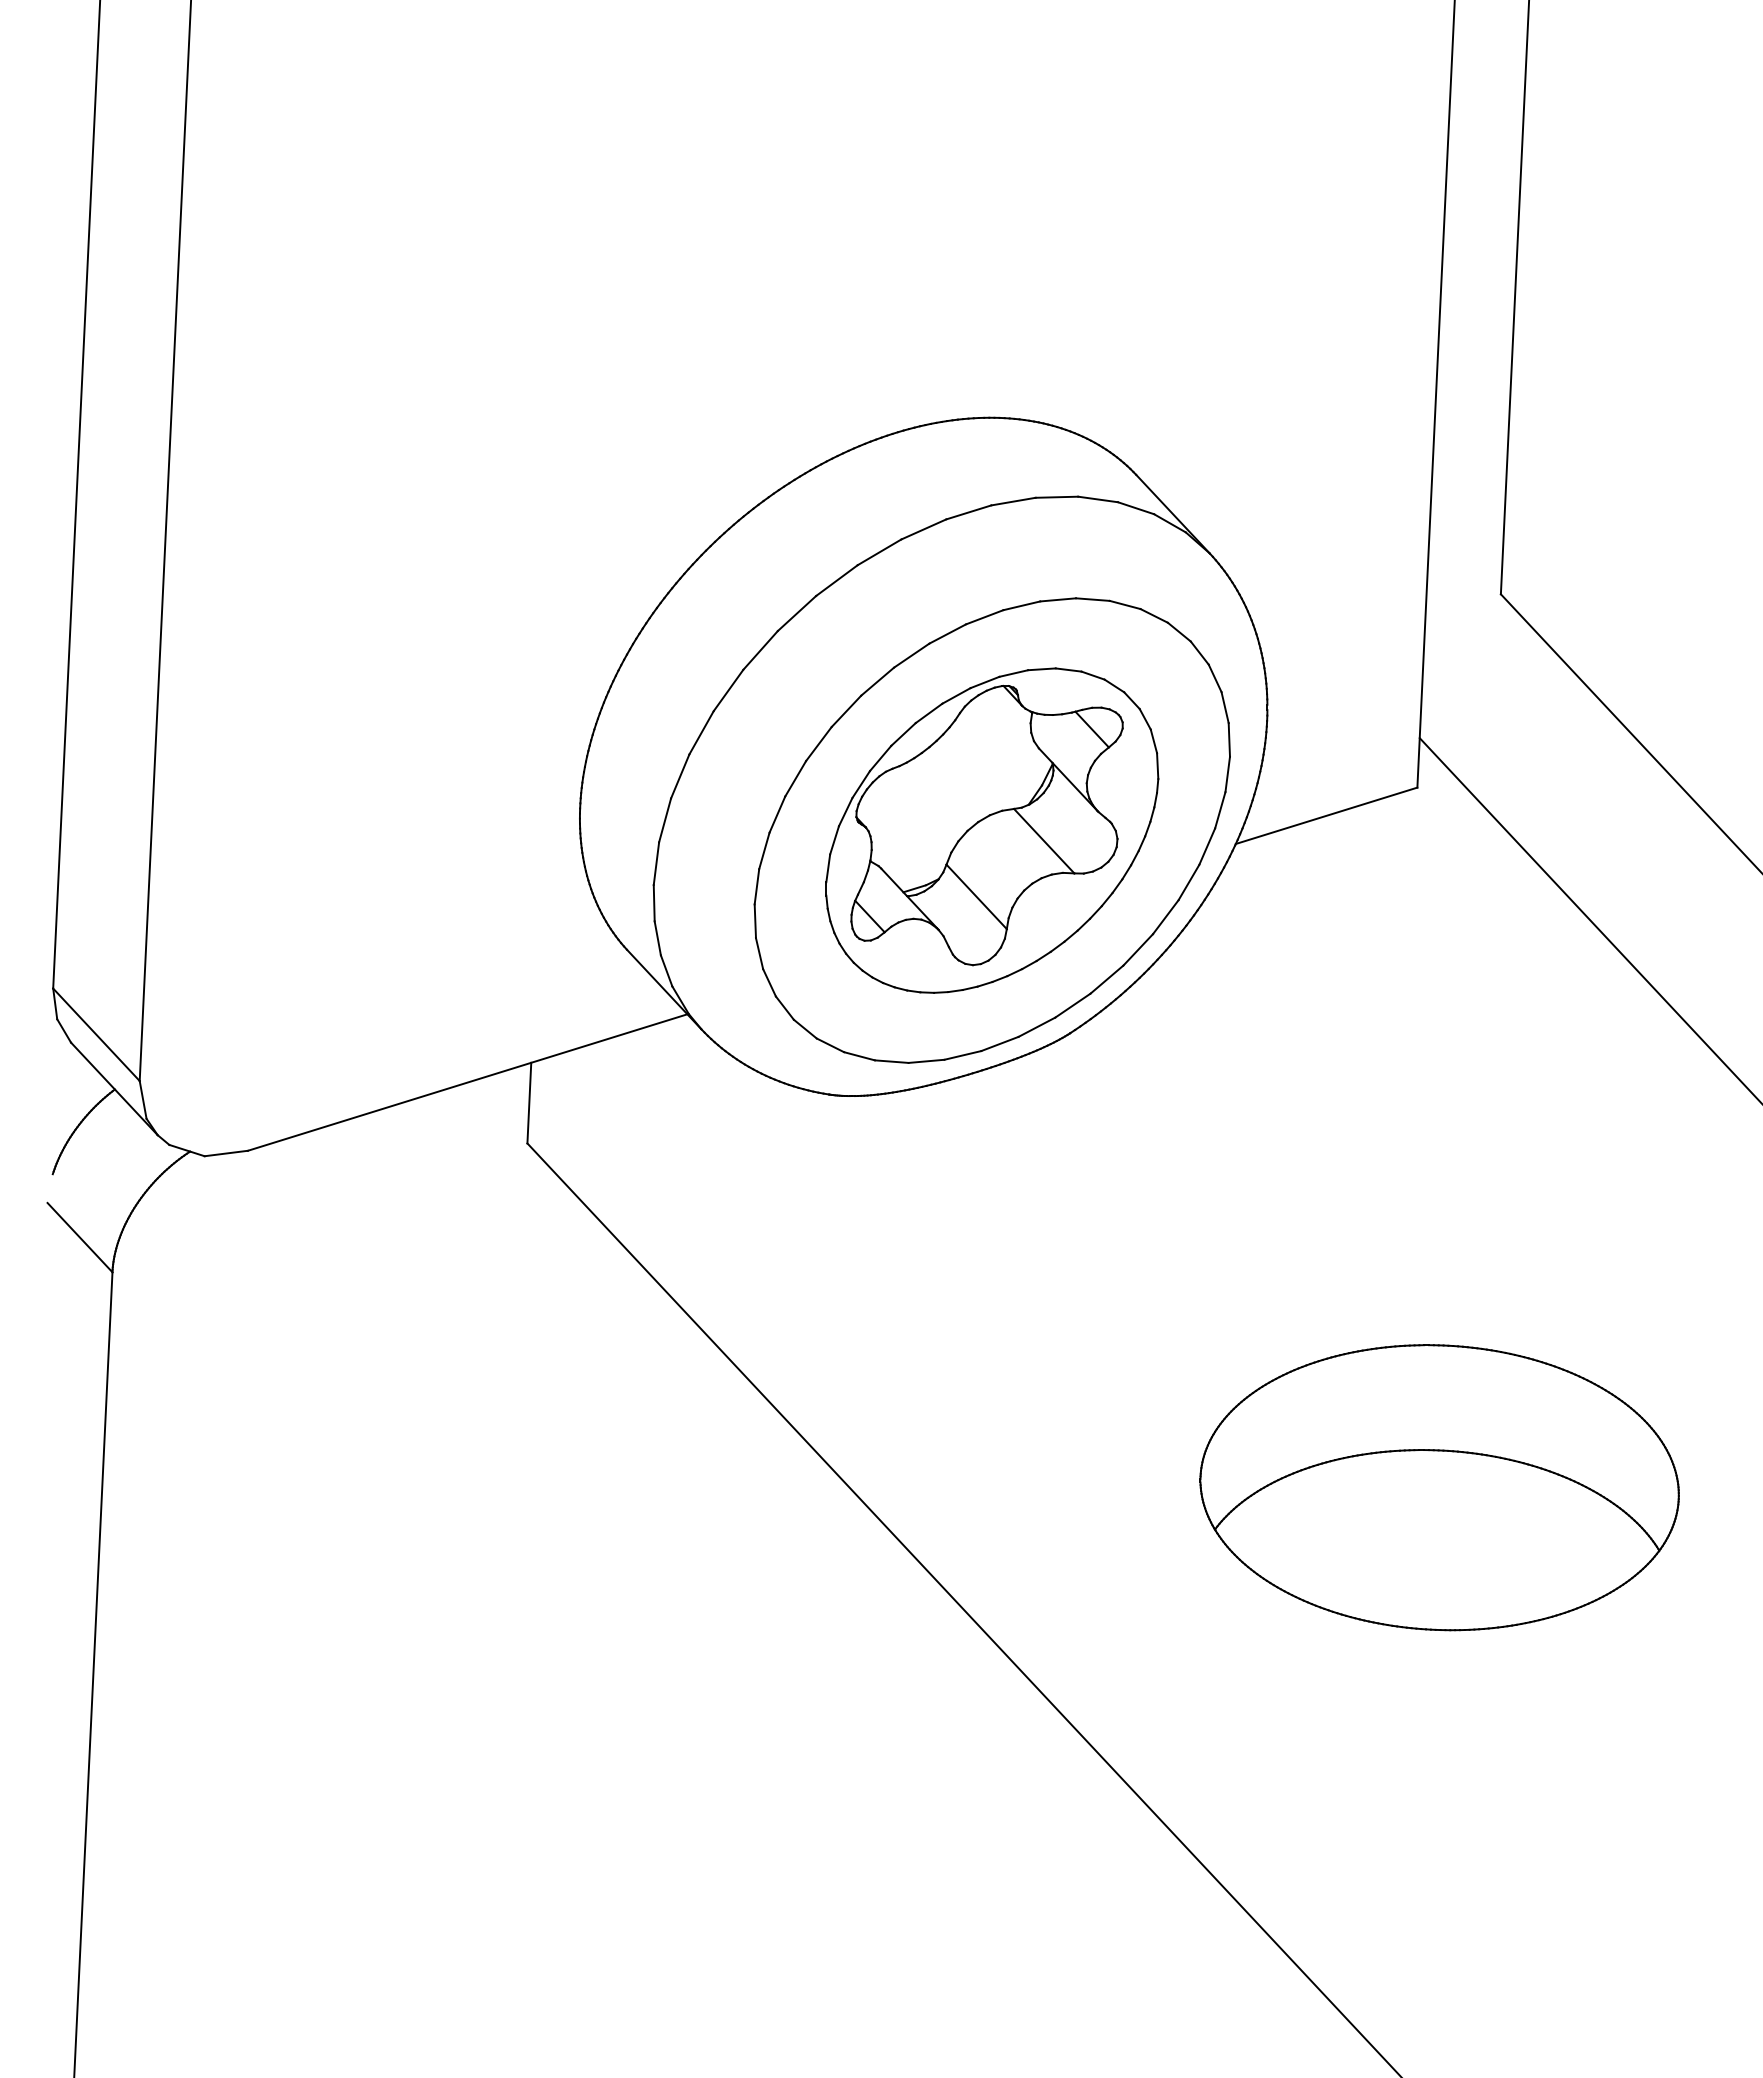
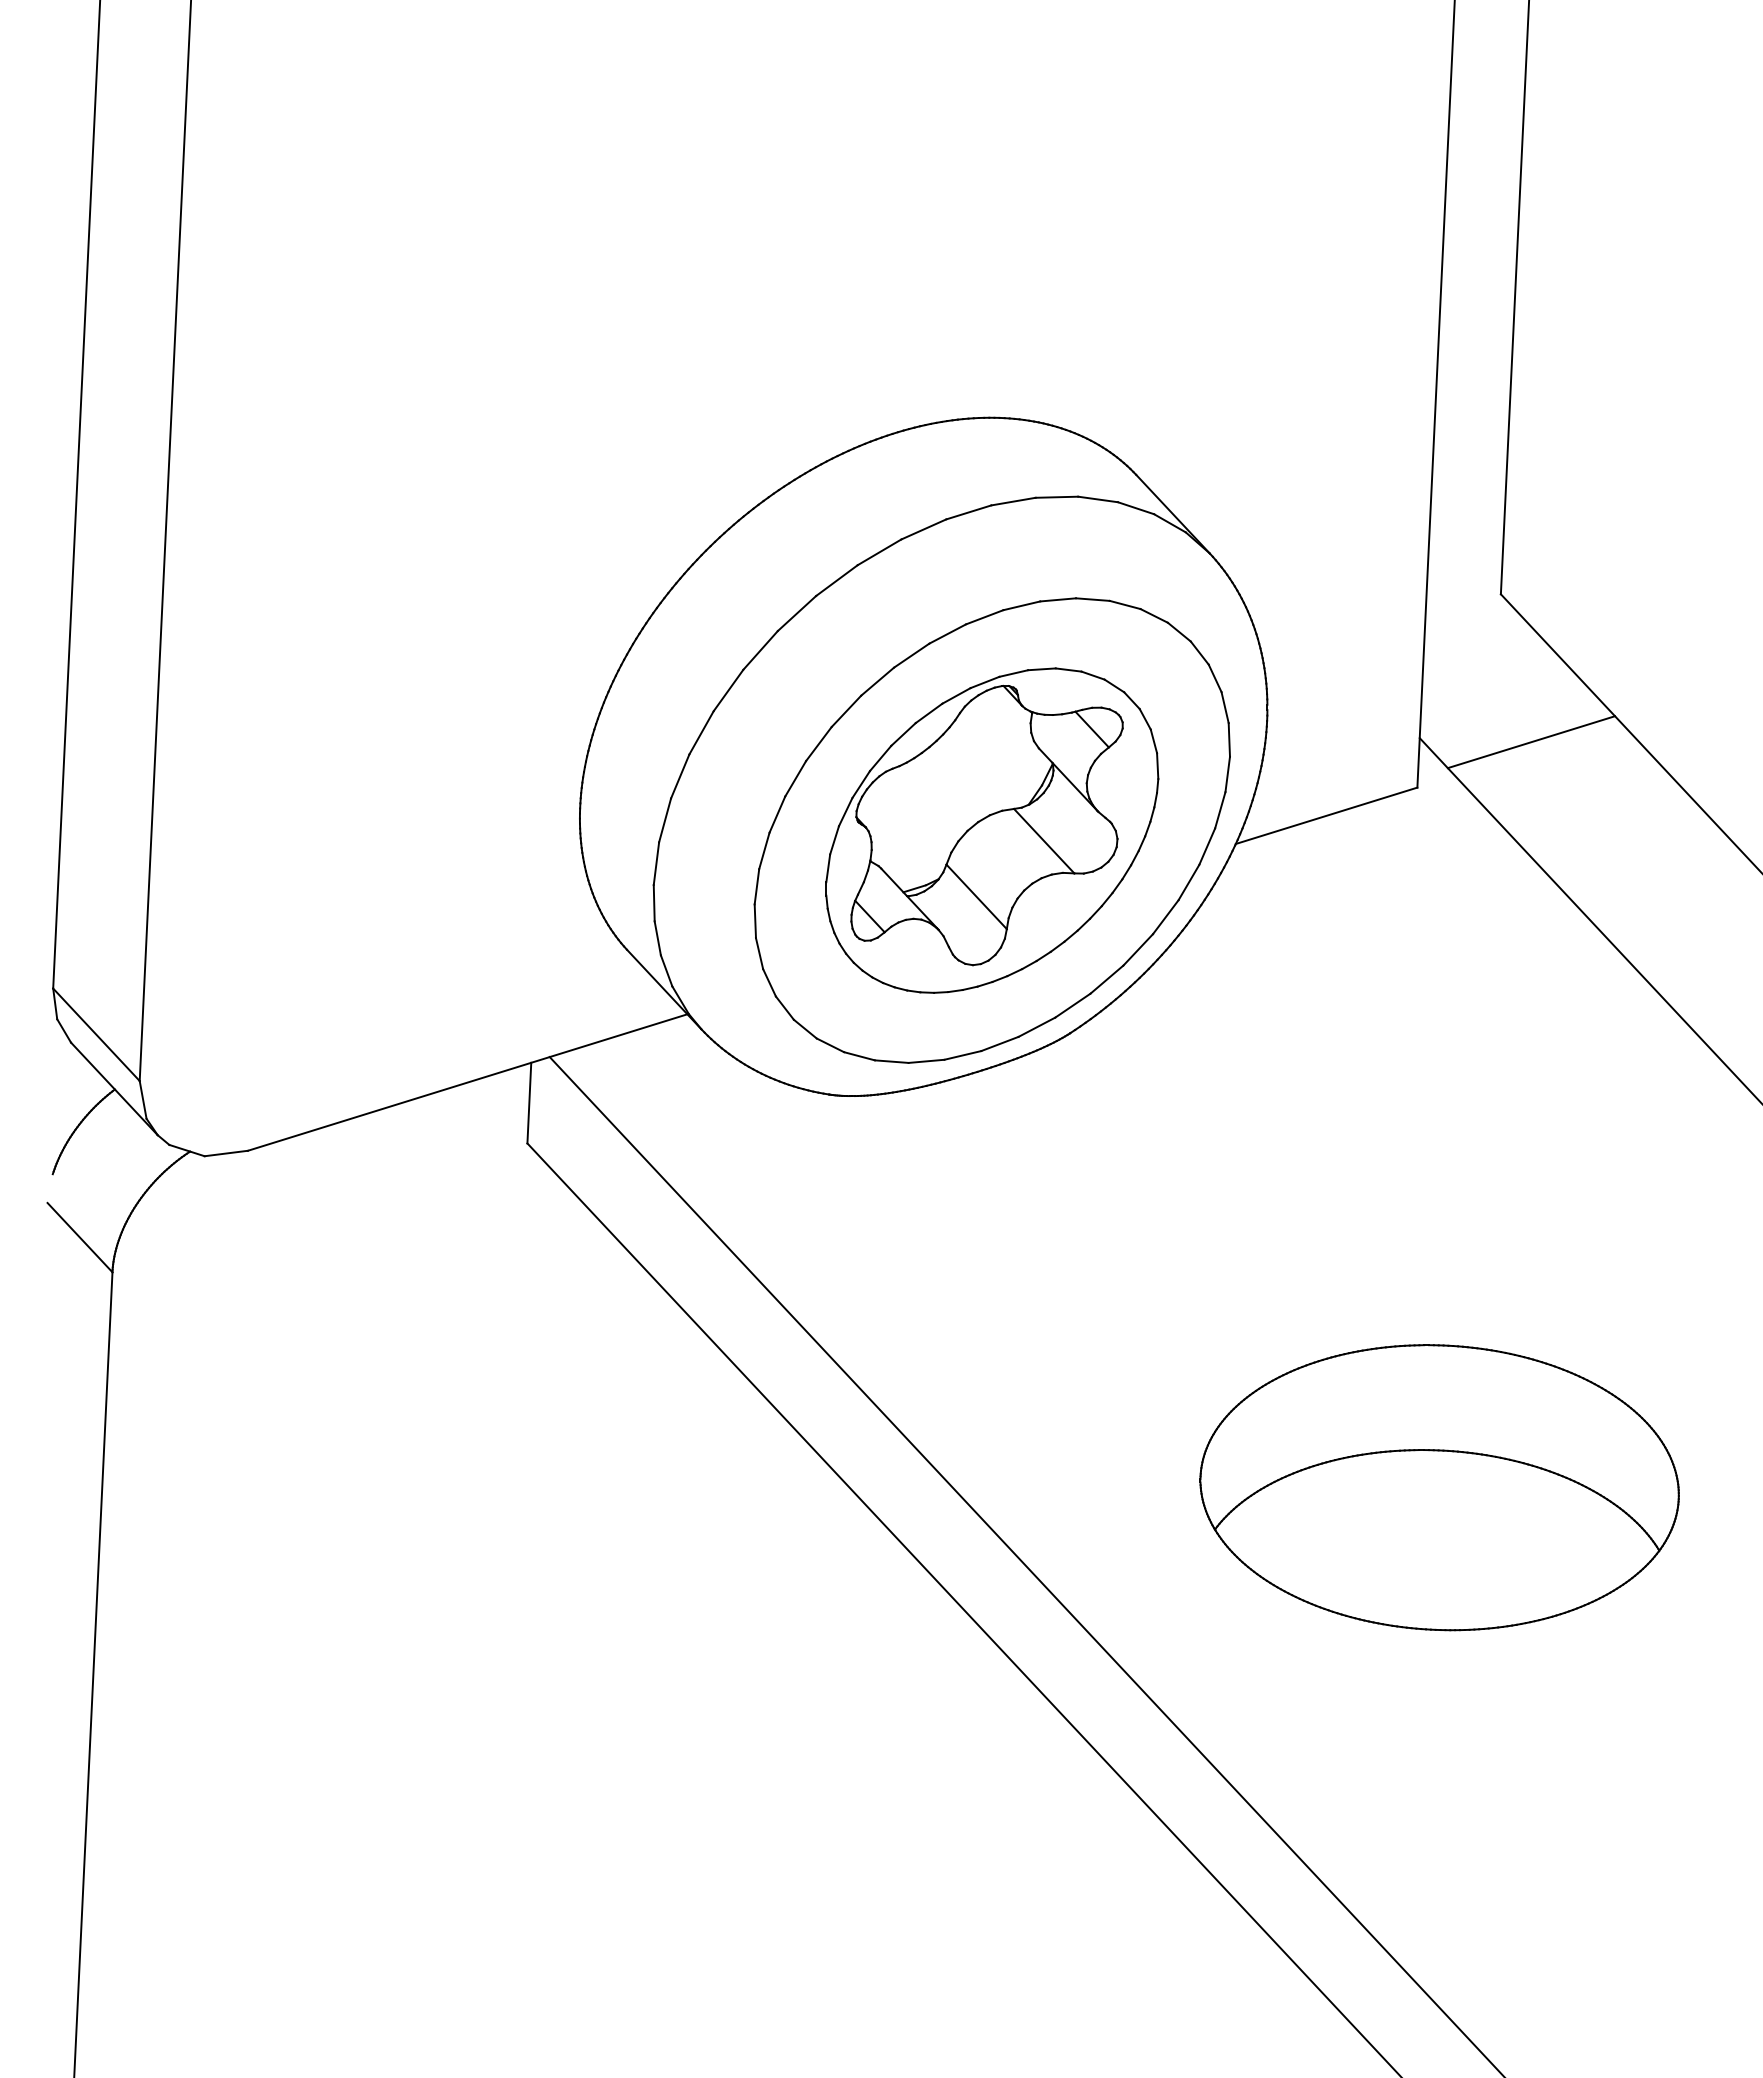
line at (1531, 742): none -> present
line at (1025, 1565): none -> present
